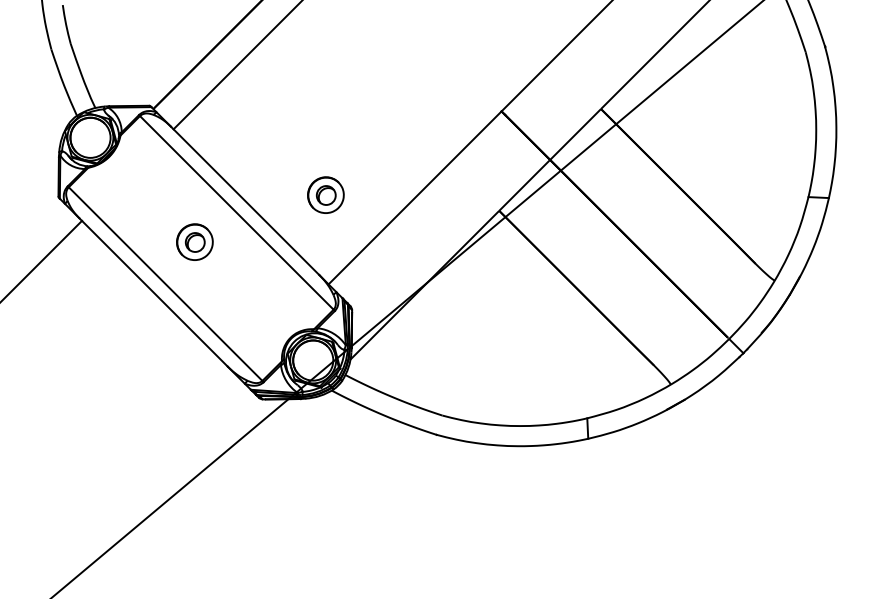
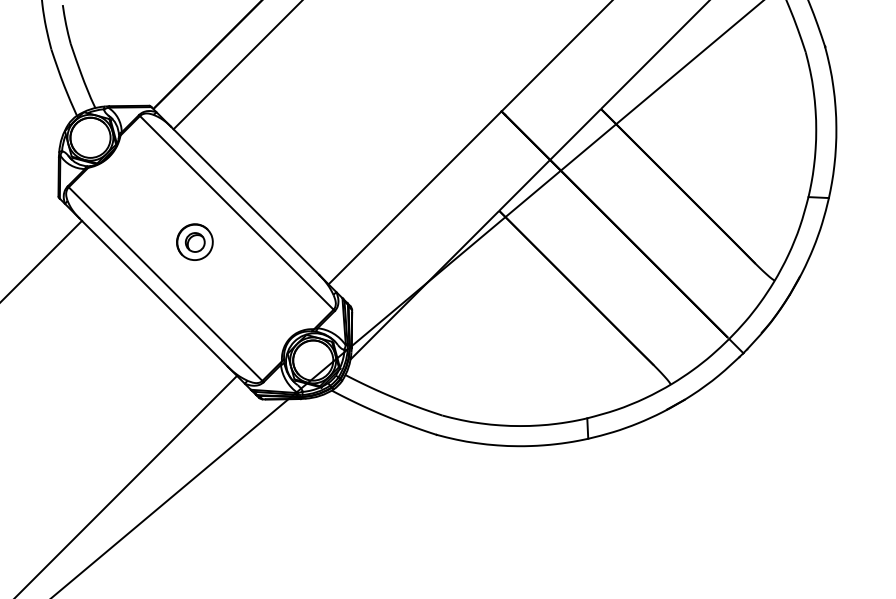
part at (325, 194): present -> none
line at (127, 485): none -> present
